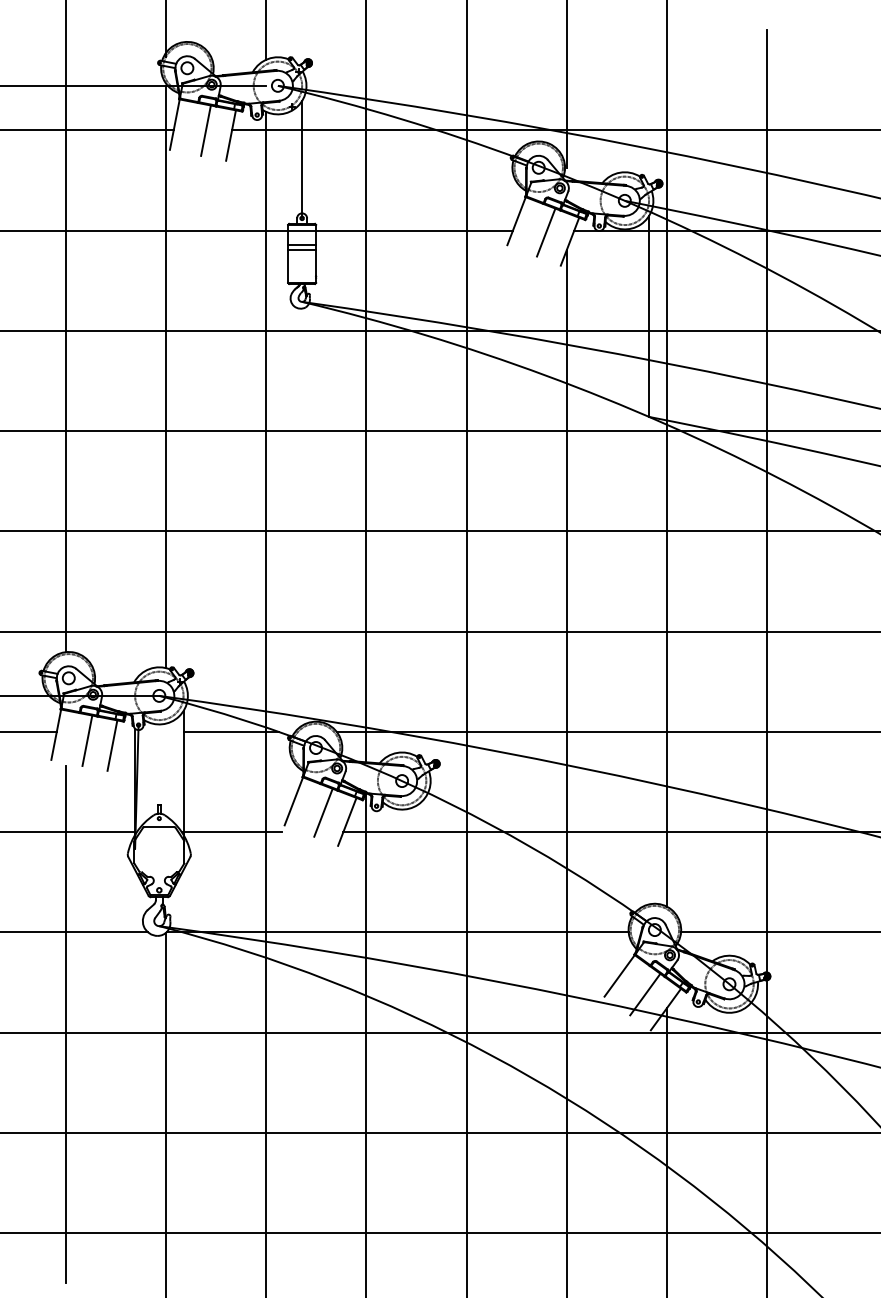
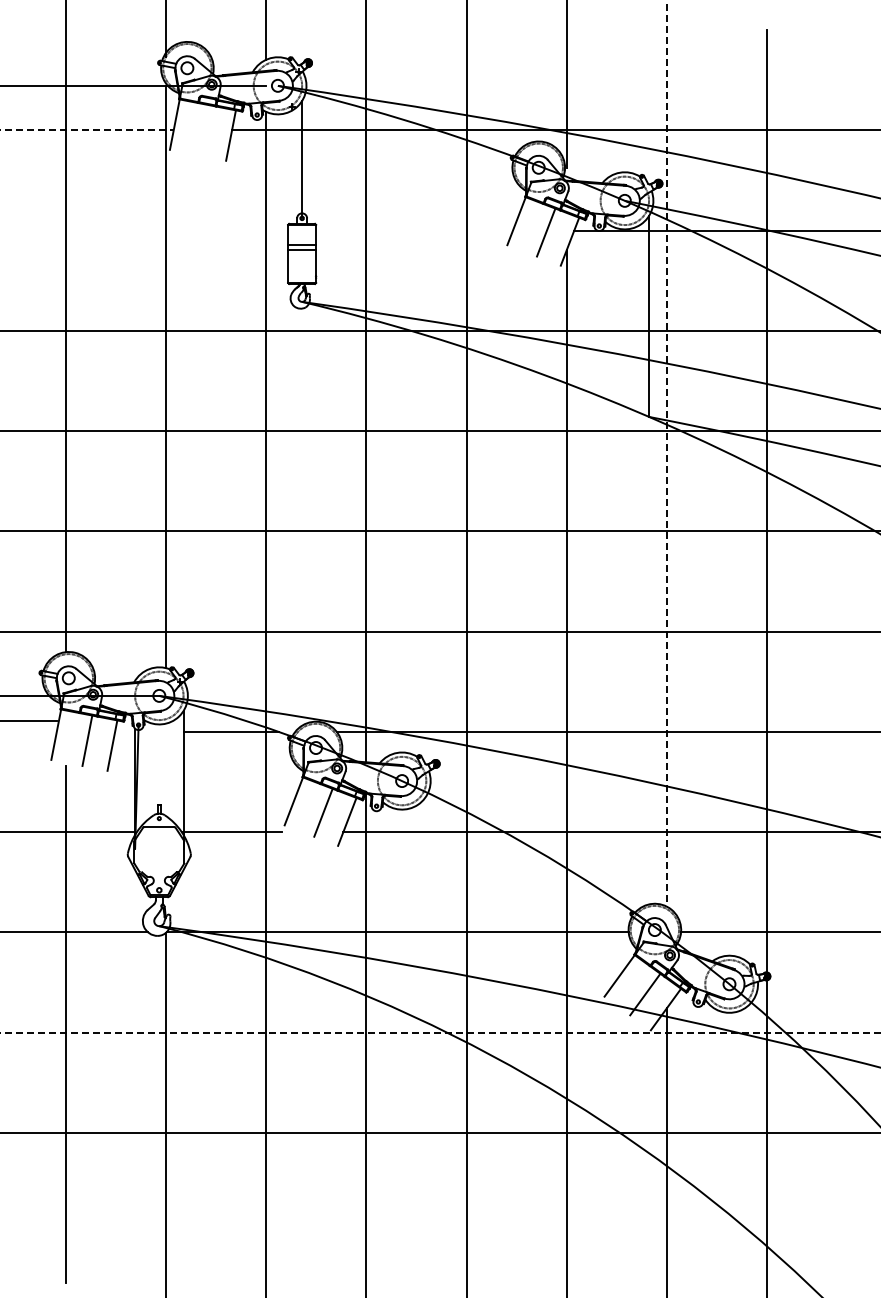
line at (87, 130): solid -> dashed
line at (205, 130): present -> none
line at (257, 230): present -> none
line at (667, 453): solid -> dashed
line at (29, 731) position: (29, 731) -> (29, 720)
line at (441, 1032): solid -> dashed
line at (439, 1233): present -> none
